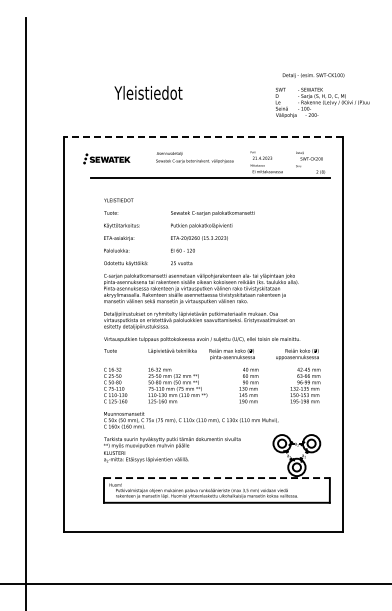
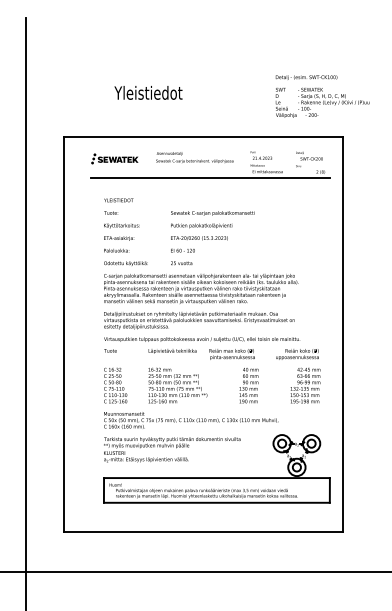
text at (313, 75) position: (313, 75) -> (306, 77)
line at (203, 137): dashed -> solid
part at (106, 158) position: (106, 158) -> (114, 158)
line at (216, 478): dashed -> solid
line at (195, 583) position: (195, 583) -> (195, 571)
